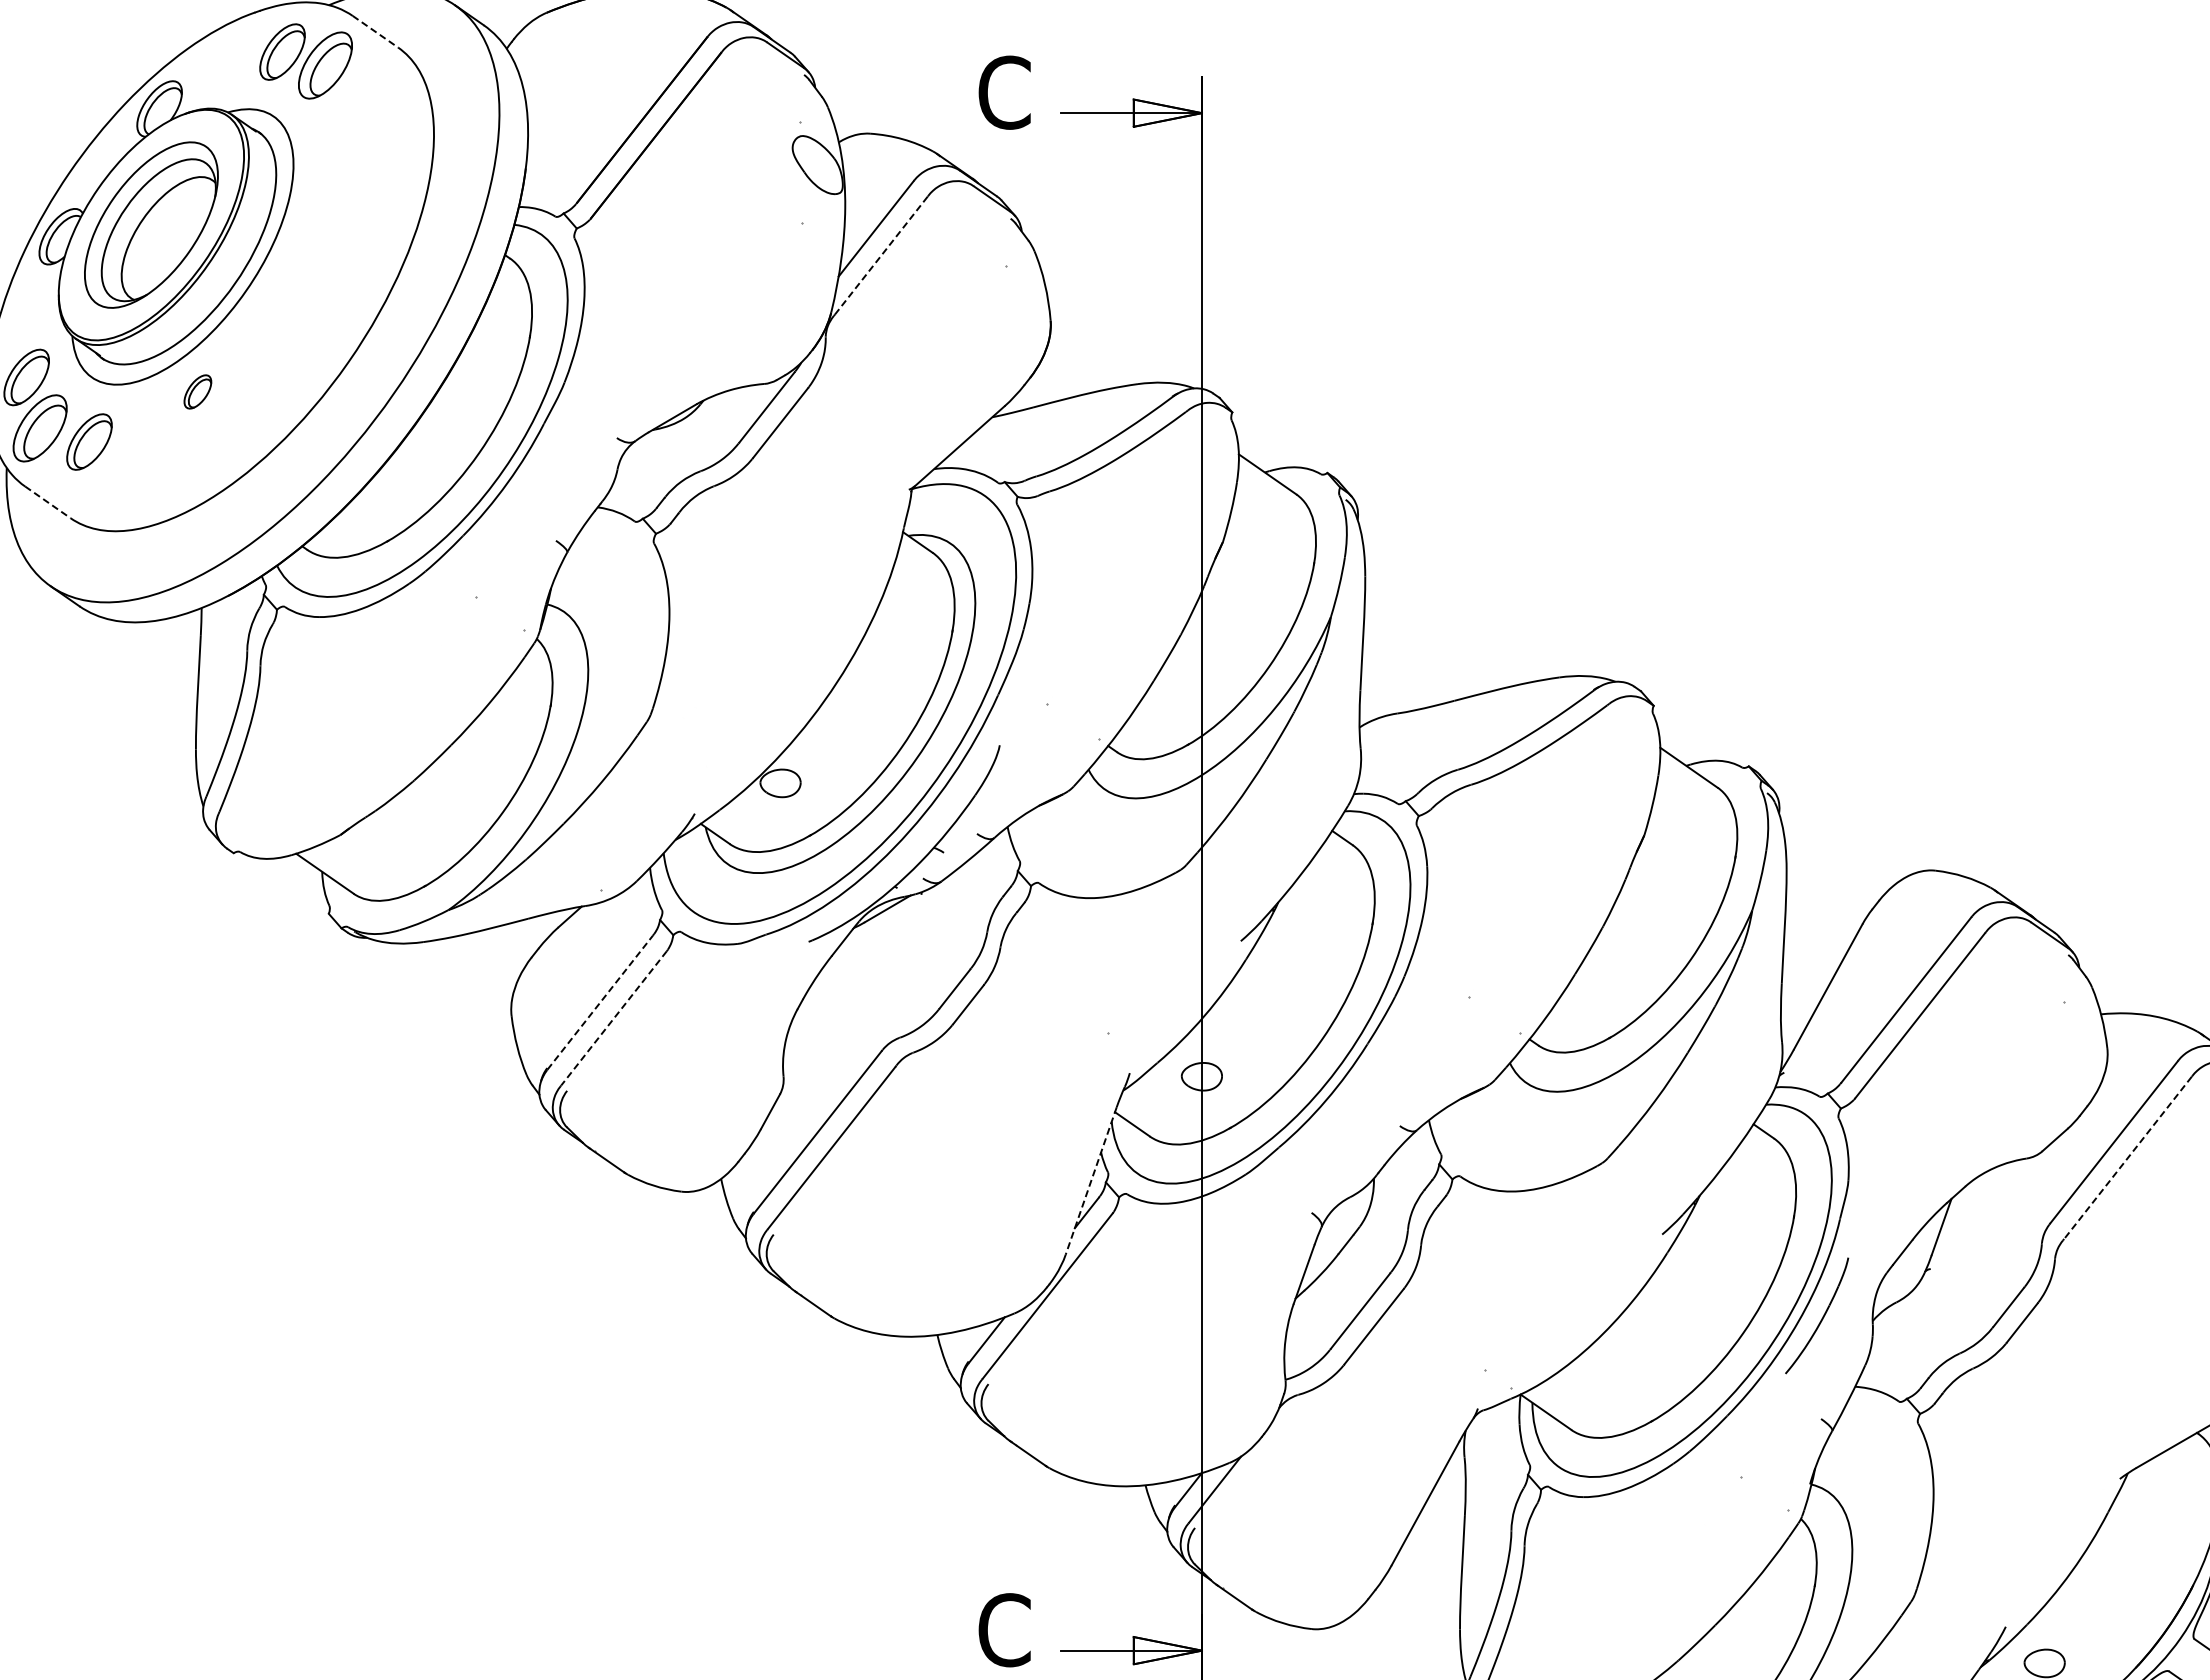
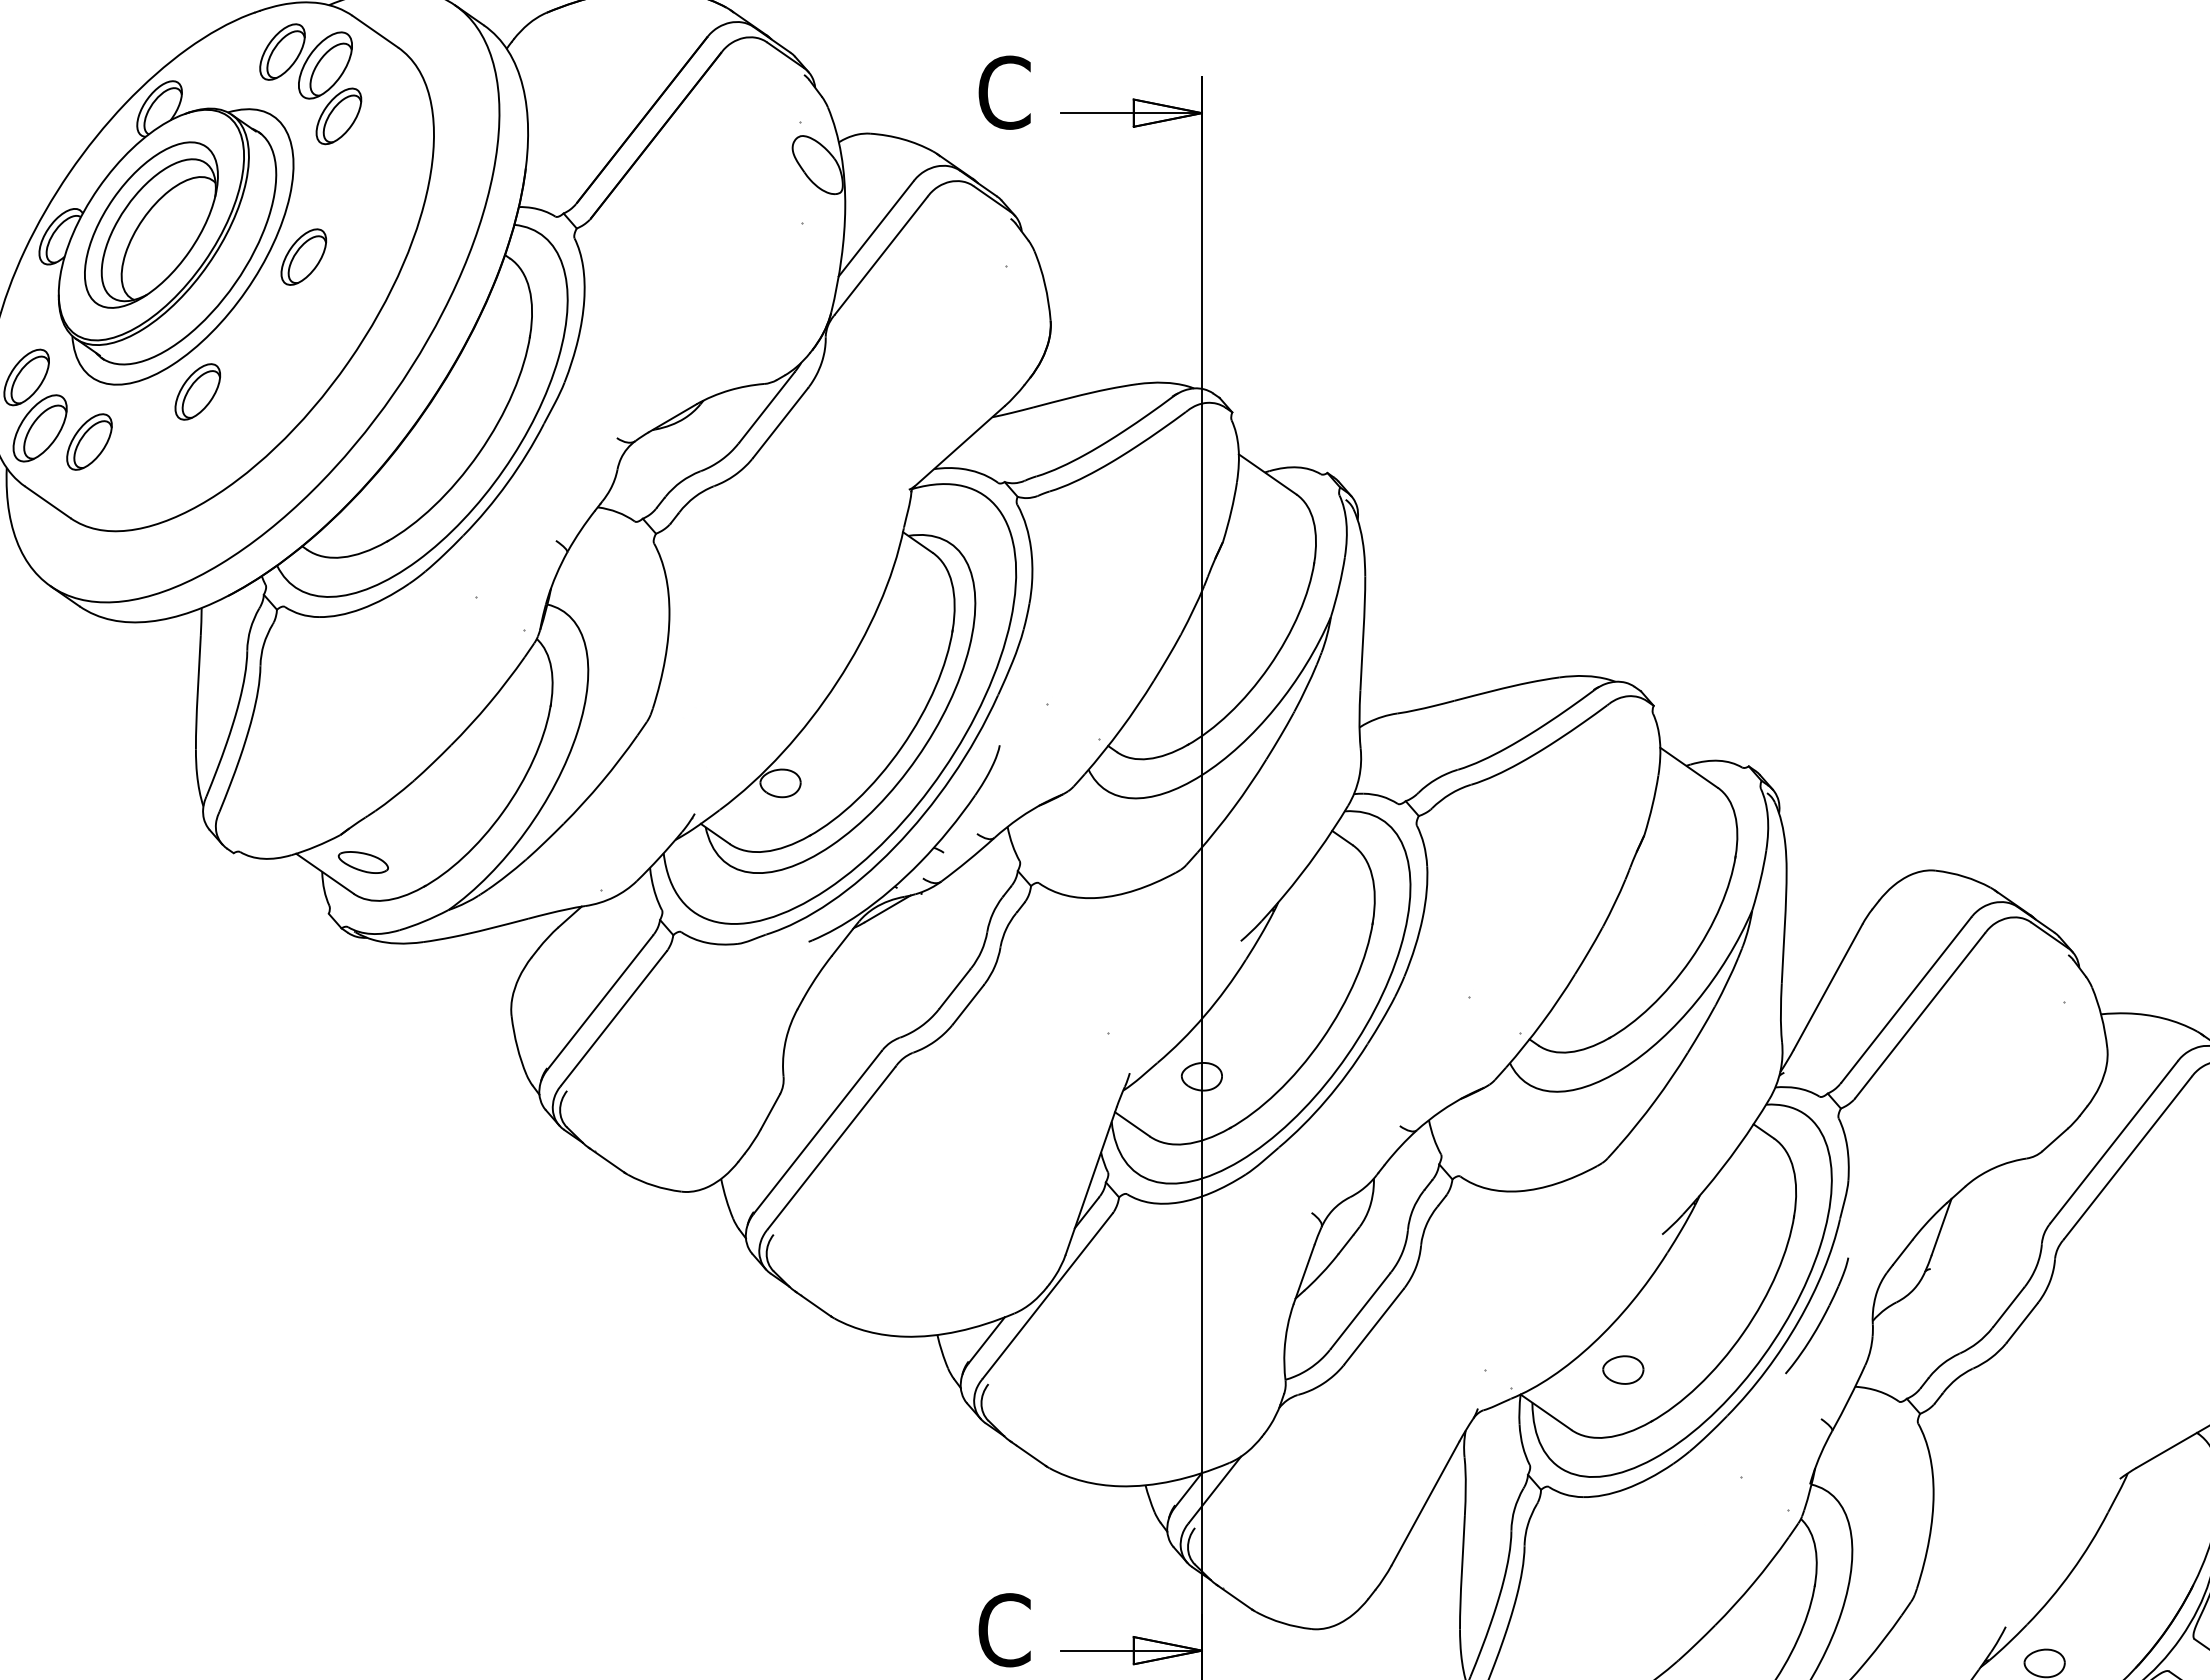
line at (375, 31): dashed -> solid
part at (338, 116): none -> present
line at (881, 255): dashed -> solid
part at (303, 256): none -> present
part at (197, 391) size: 30x36 px -> 48x58 px
line at (47, 502): dashed -> solid
part at (362, 862): none -> present
line at (600, 1002): dashed -> solid
line at (613, 1018): dashed -> solid
line at (2127, 1158): dashed -> solid
line at (1091, 1181): dashed -> solid
part at (1623, 1369): none -> present
